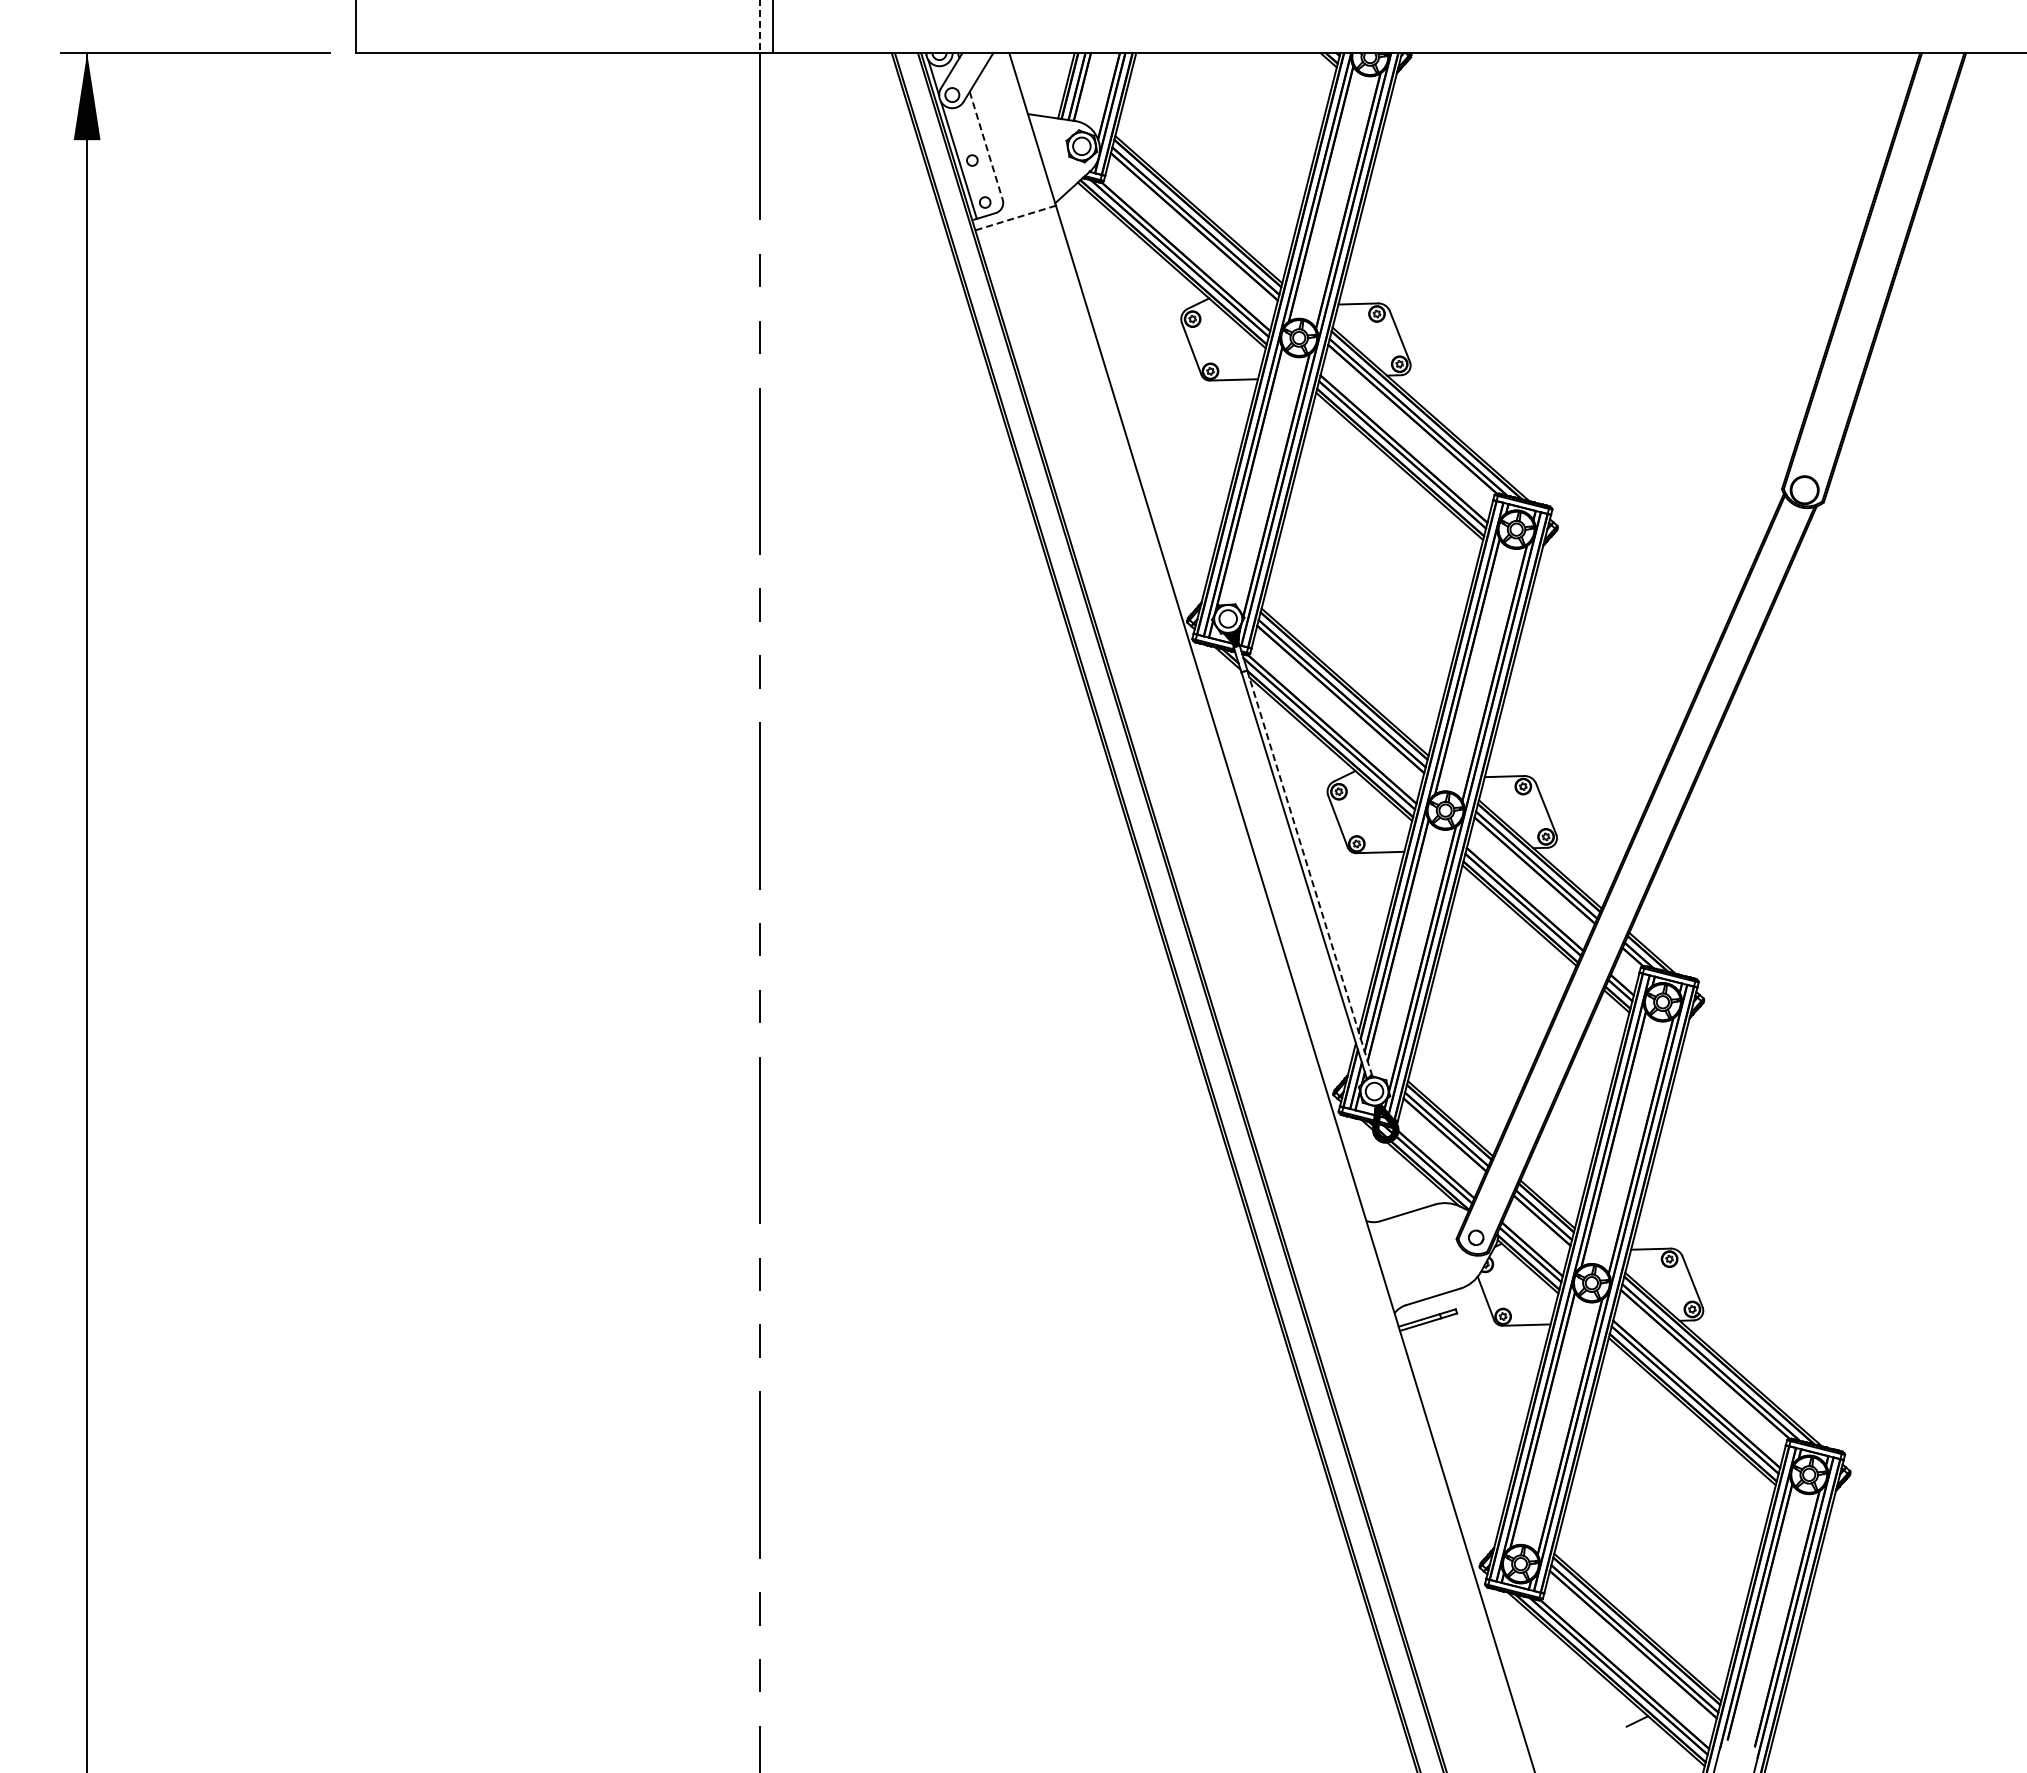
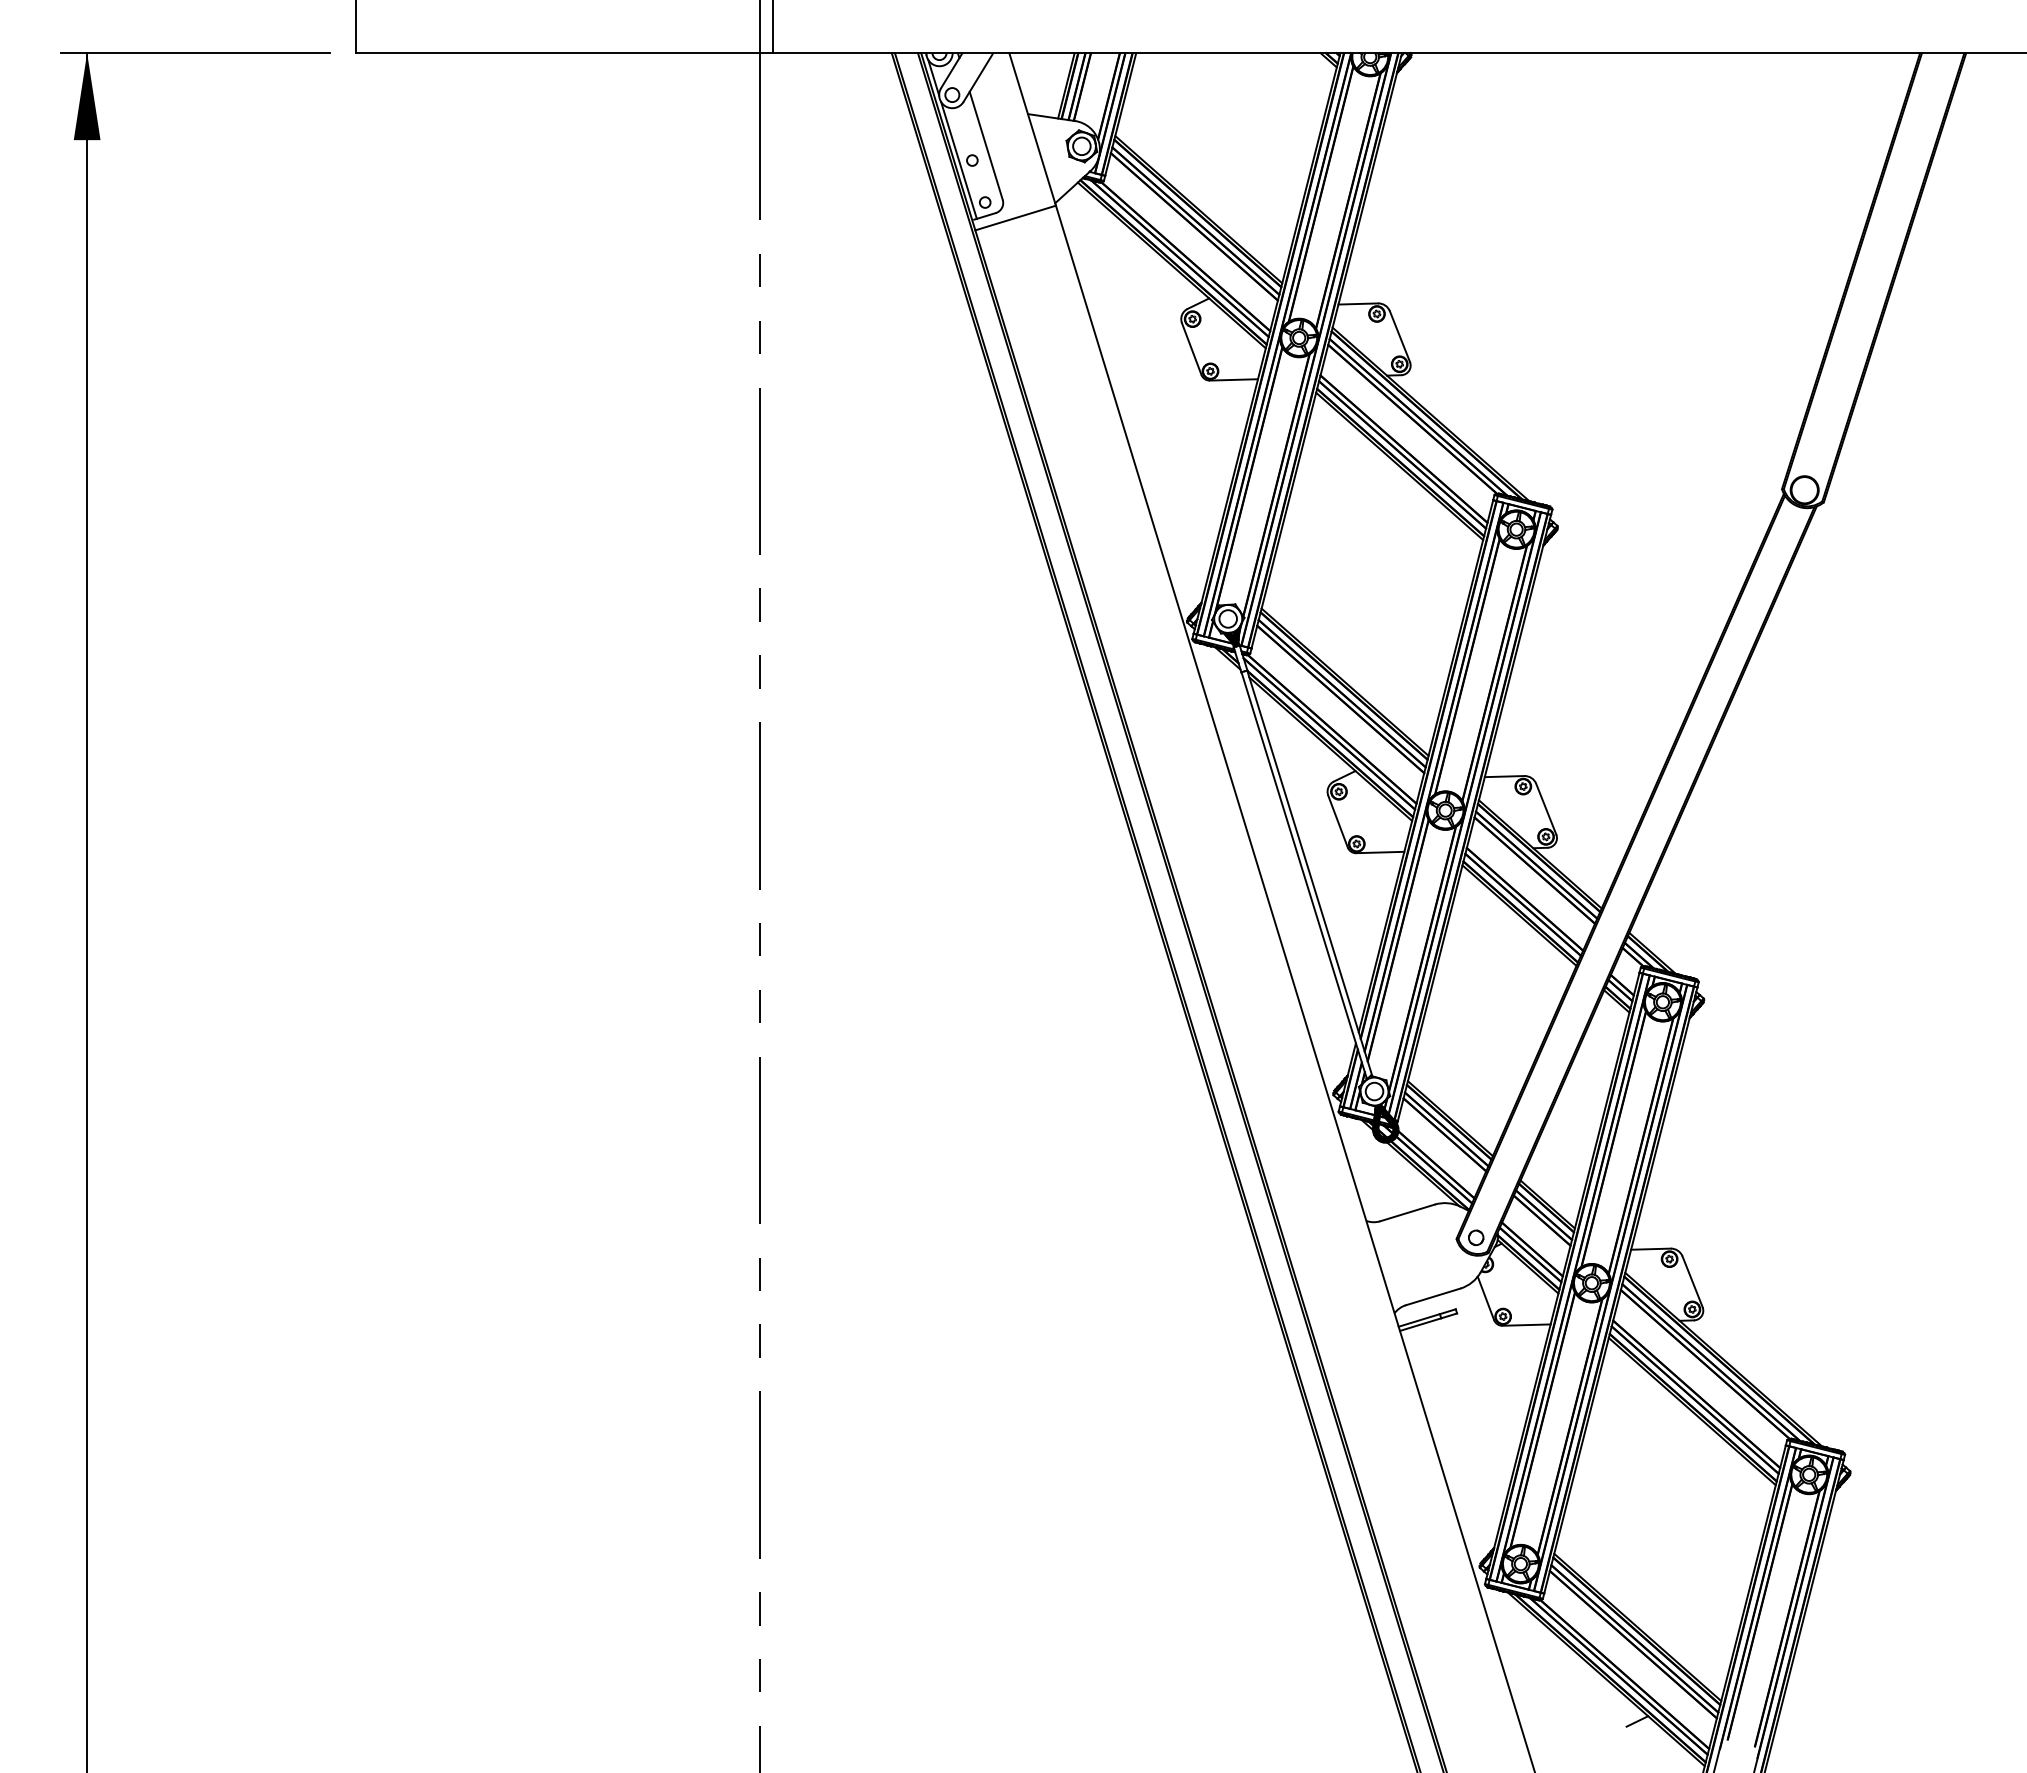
line at (760, 27): dashed -> solid
line at (986, 145): dashed -> solid
line at (1015, 218): dashed -> solid
line at (1309, 872): dashed -> solid
